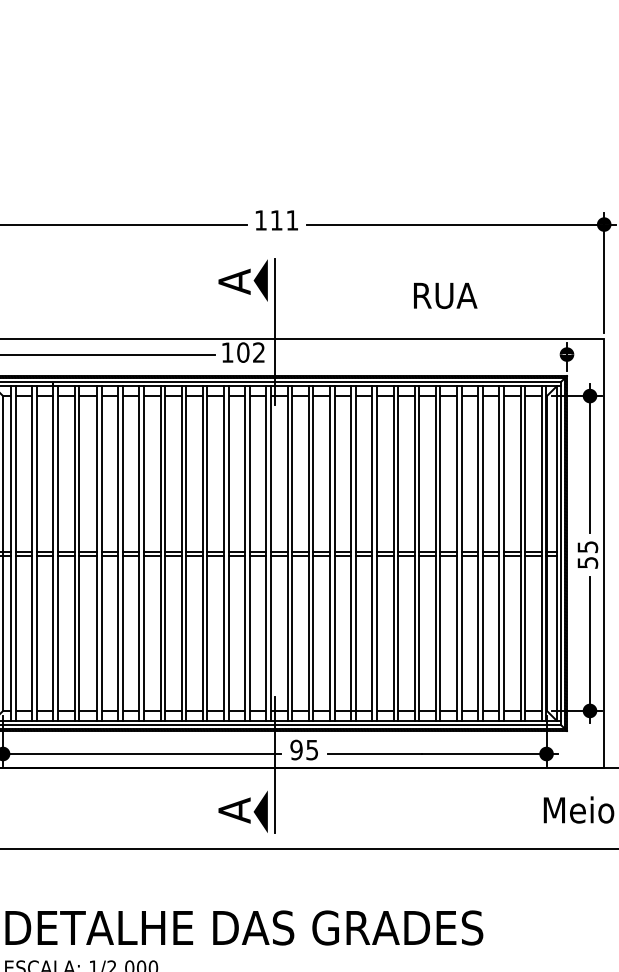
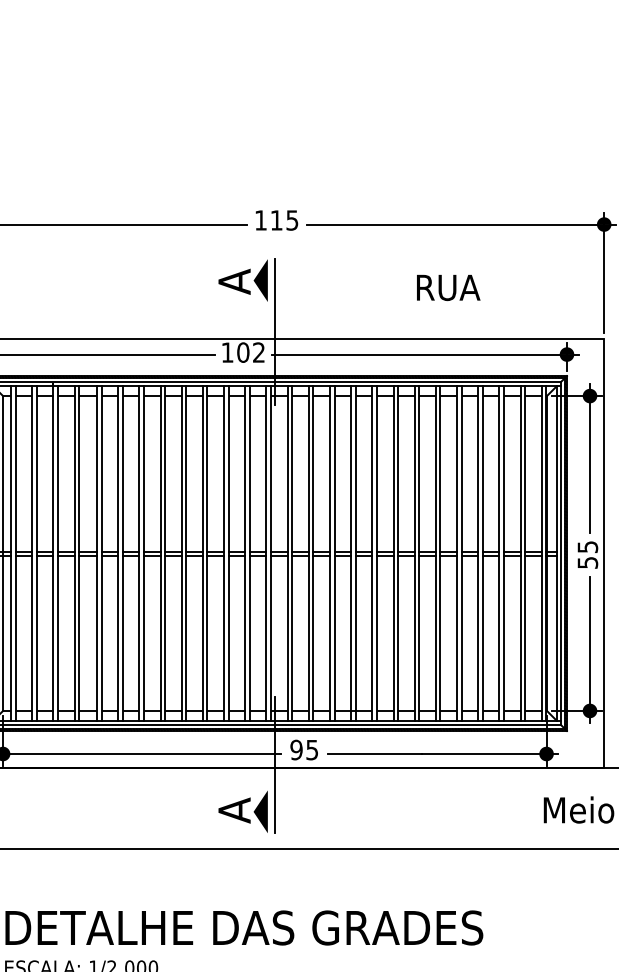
text at (292, 220): 111 -> 115
text at (445, 296) position: (445, 296) -> (448, 288)
line at (424, 354): none -> present
